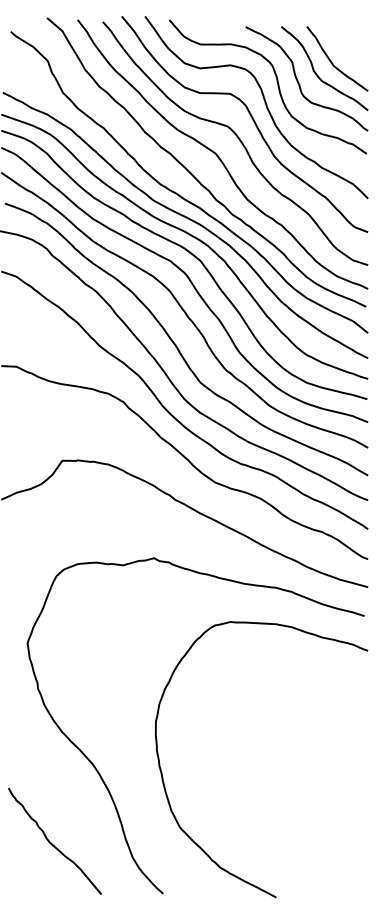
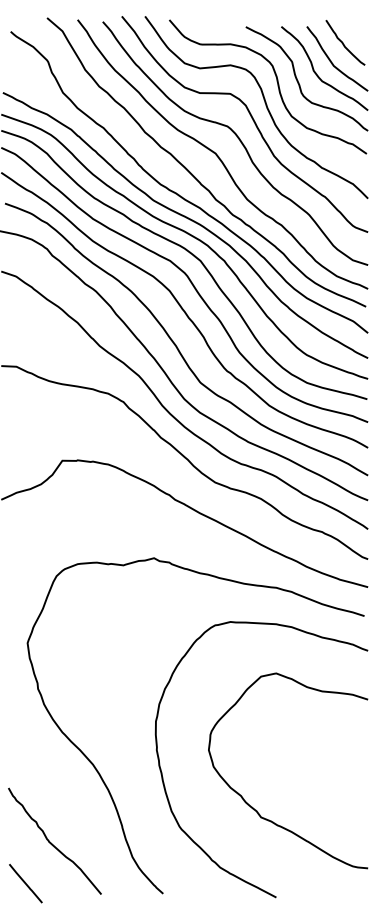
curve at (343, 42): none -> present
curve at (256, 809): none -> present
line at (25, 883): none -> present
